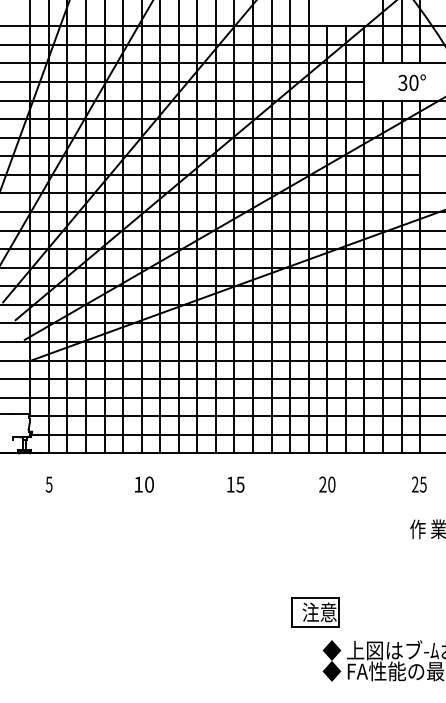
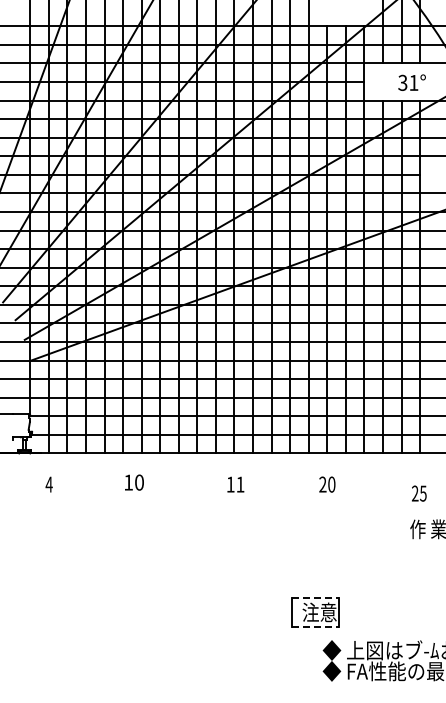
text at (413, 82): 30° -> 31°
text at (48, 484): 5 -> 4
text at (144, 484) position: (144, 484) -> (134, 482)
text at (240, 484): 15 -> 11
text at (419, 484) position: (419, 484) -> (419, 493)
line at (315, 597): solid -> dashed
line at (315, 627): solid -> dashed
